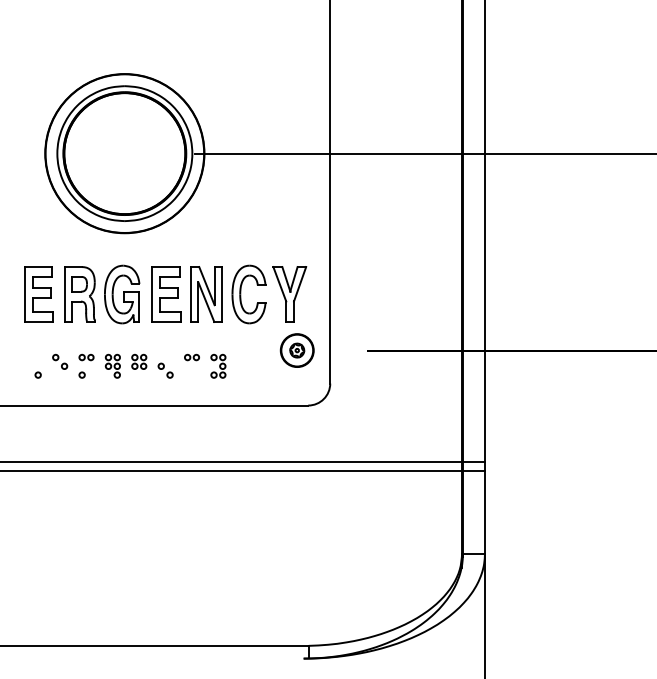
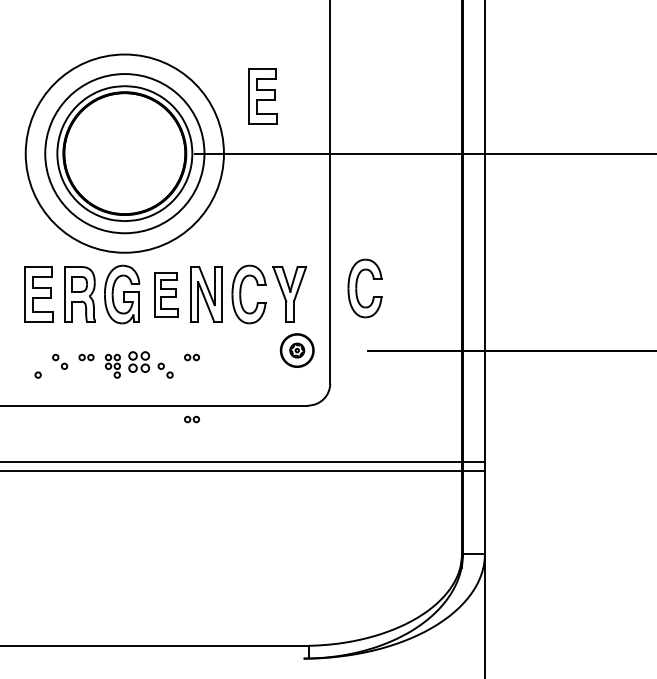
part at (262, 96): none -> present
circle at (124, 153) diameter: 159 px -> 198 px
part at (357, 288): none -> present
part at (166, 294) size: 31x57 px -> 25x46 px
part at (139, 361) size: 17x17 px -> 23x22 px
part at (218, 365): present -> none
circle at (81, 374): present -> none
part at (191, 419): none -> present
